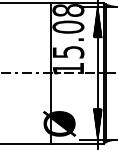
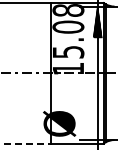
hatch at (97, 124): present -> none
line at (26, 143): solid -> dashed
